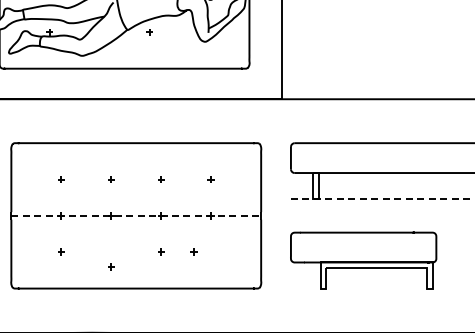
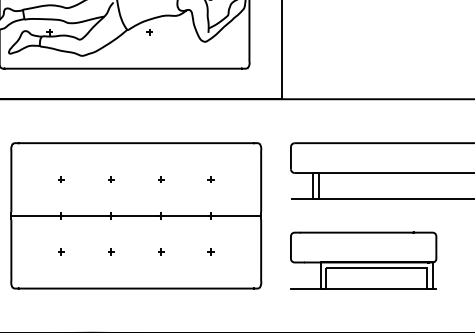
line at (382, 199): dashed -> solid
line at (136, 215): dashed -> solid
part at (193, 251) position: (193, 251) -> (210, 251)
part at (111, 266) position: (111, 266) -> (111, 251)
line at (363, 288): none -> present
